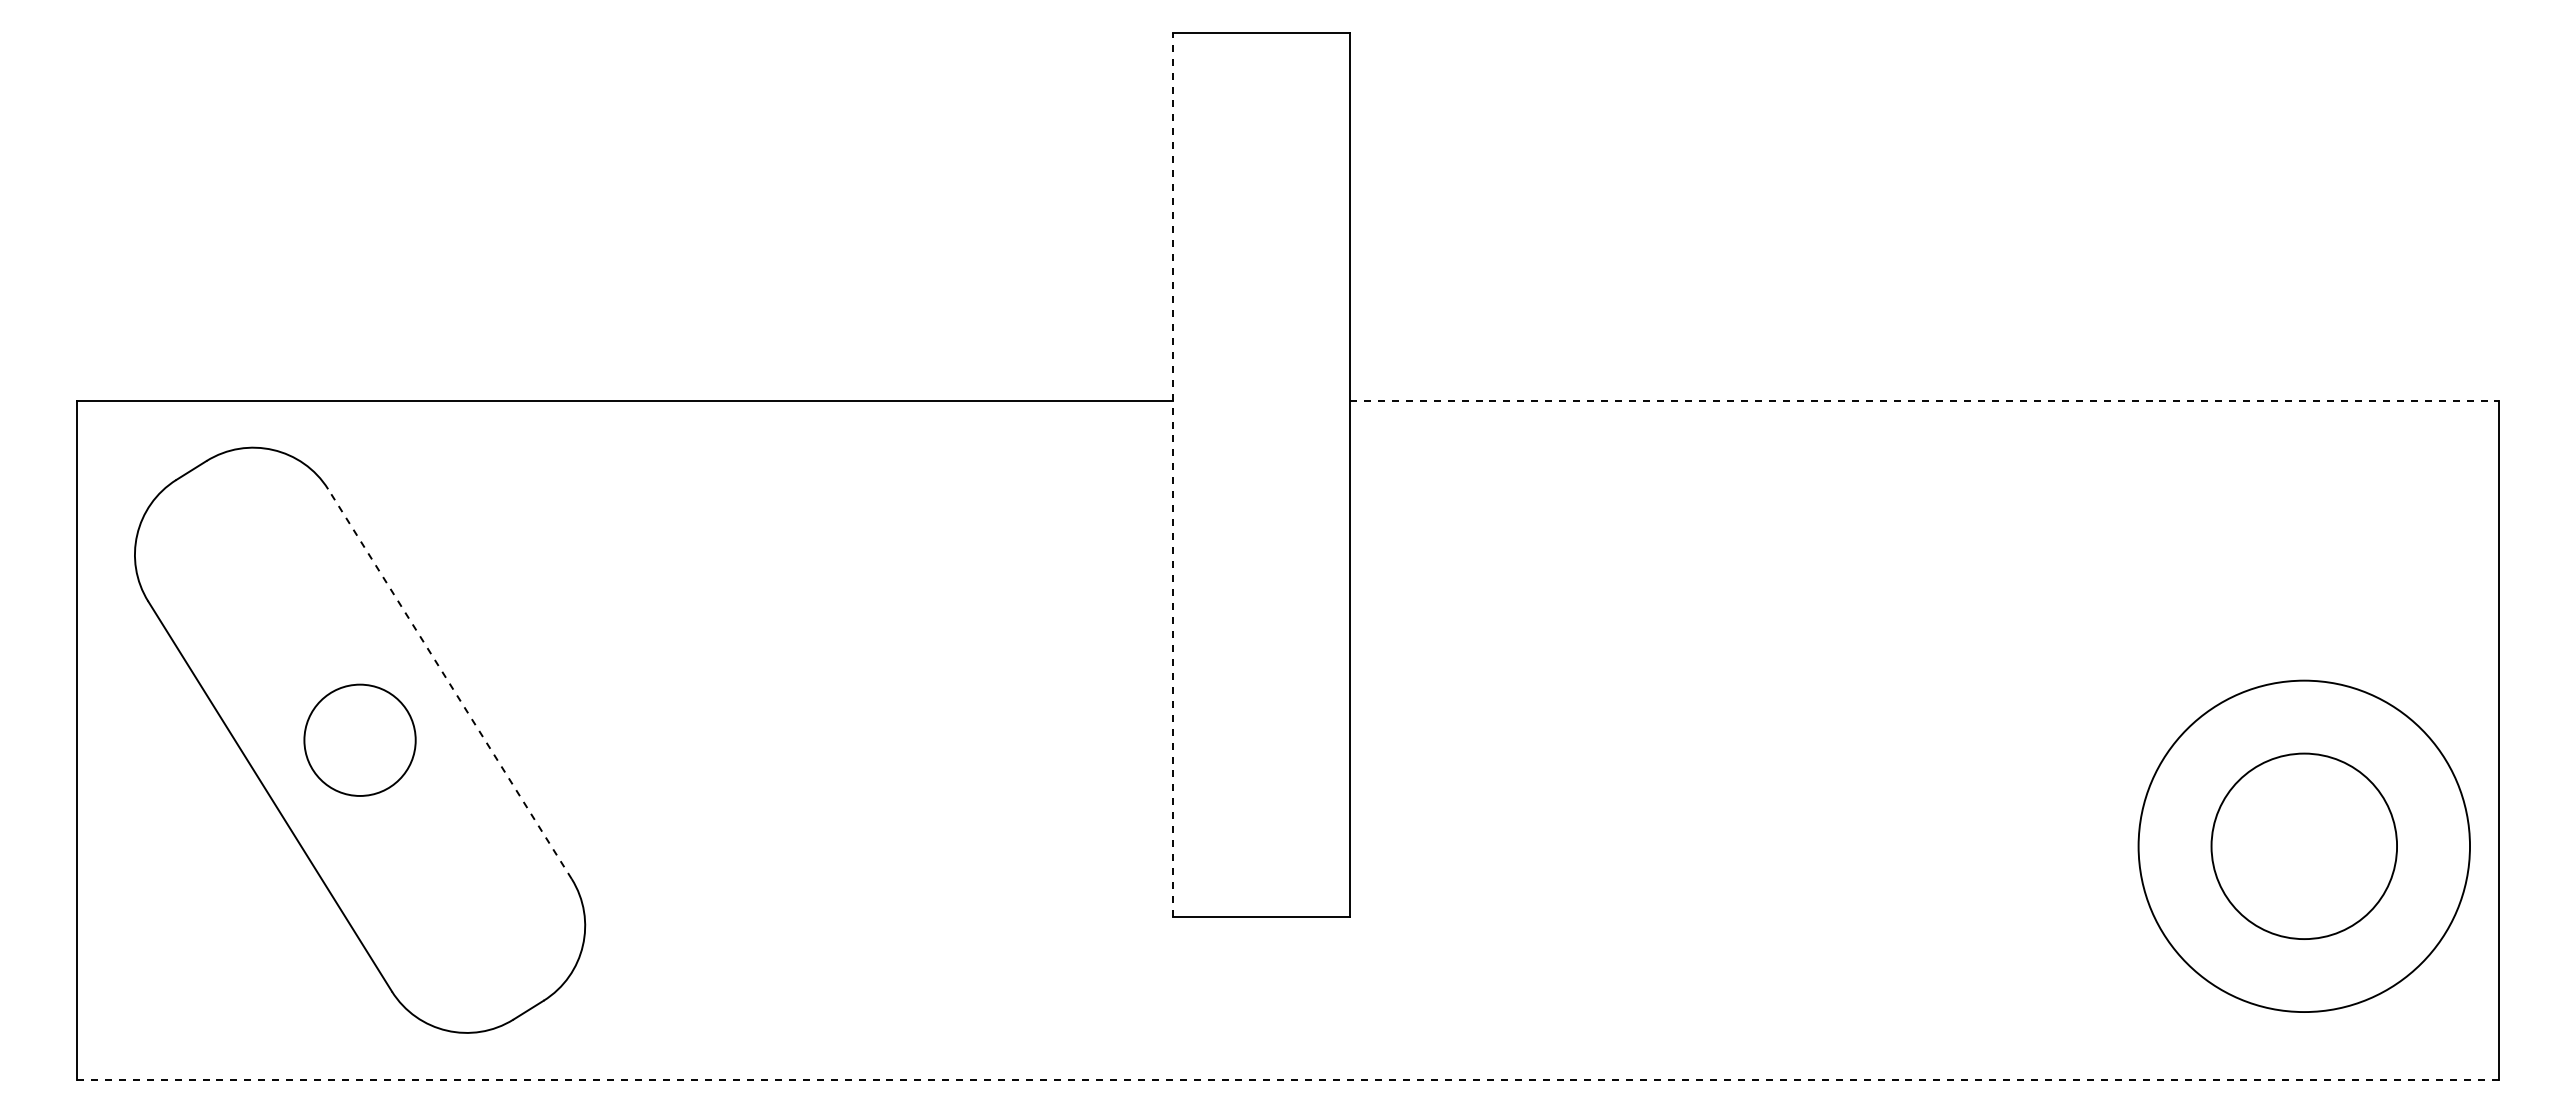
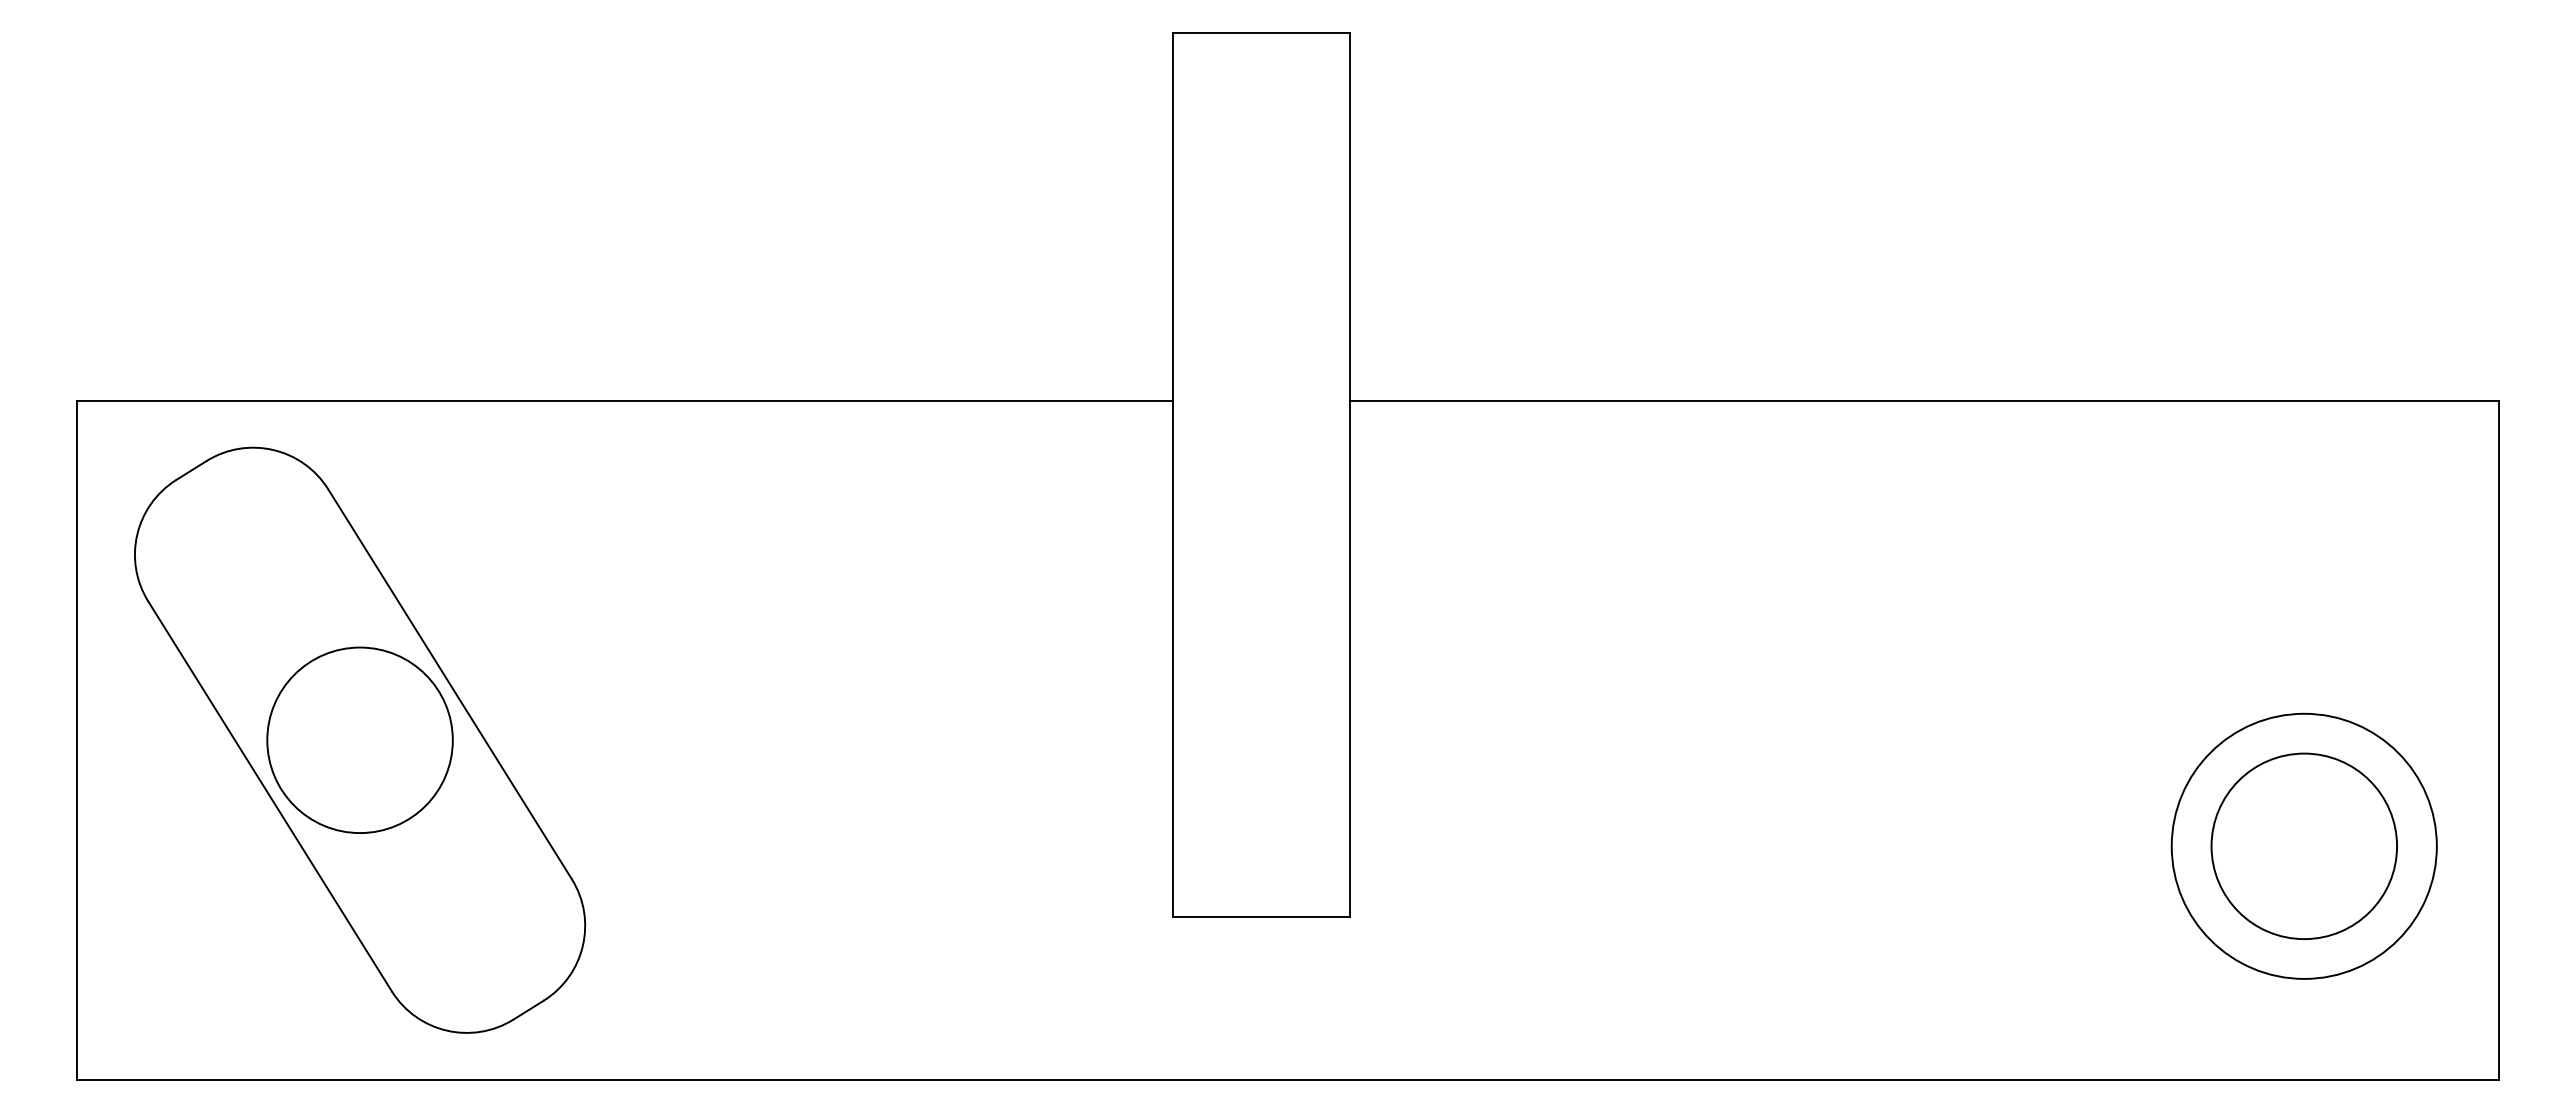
line at (1924, 400): dashed -> solid
line at (1173, 475): dashed -> solid
line at (449, 684): dashed -> solid
circle at (359, 739) diameter: 111 px -> 186 px
circle at (2304, 846) diameter: 331 px -> 265 px
line at (1288, 1079): dashed -> solid
